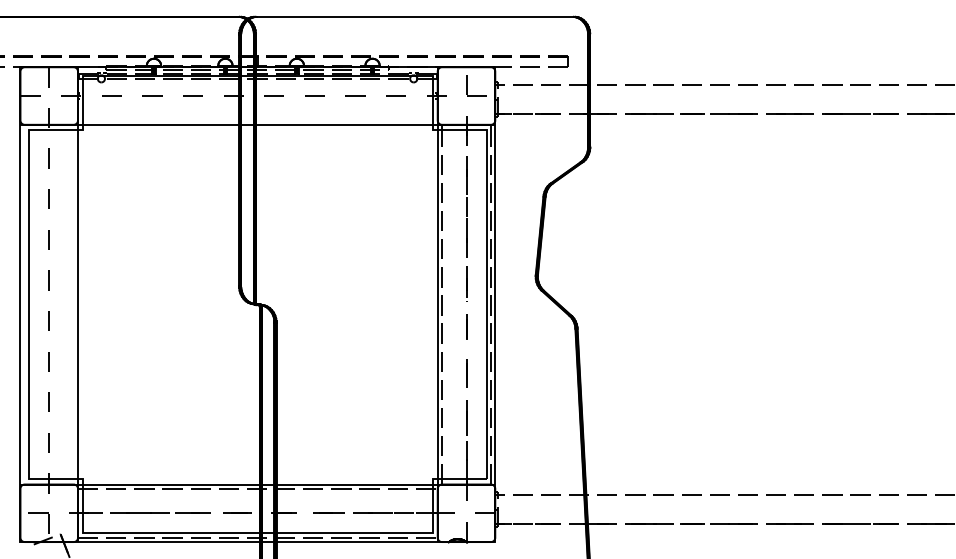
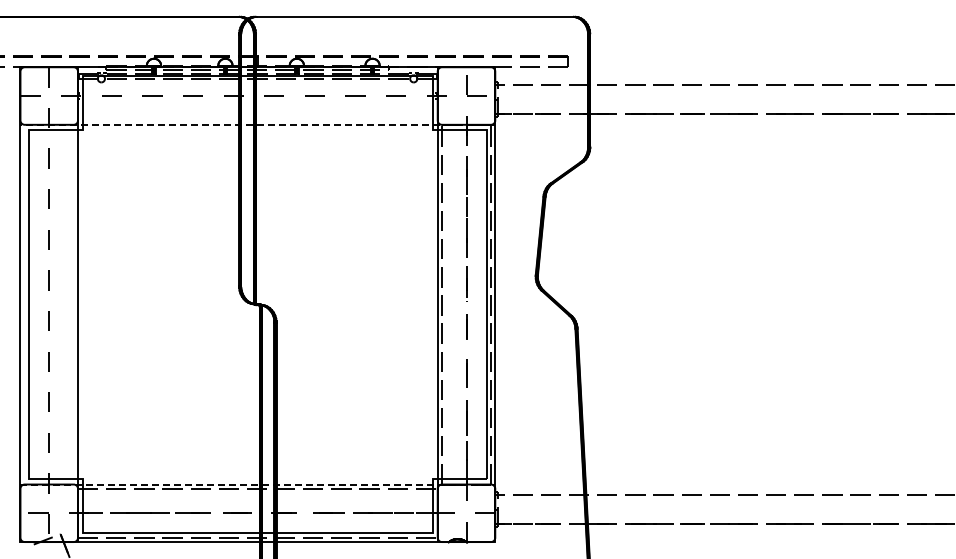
line at (257, 124): solid -> dashed
line at (258, 484): solid -> dashed
